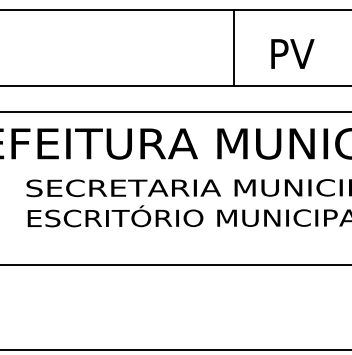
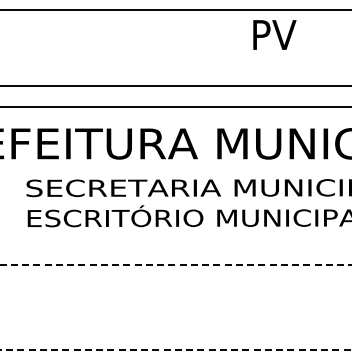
line at (233, 47): present -> none
text at (292, 53) position: (292, 53) -> (274, 34)
line at (175, 111) position: (175, 111) -> (175, 106)
line at (176, 265): solid -> dashed
line at (175, 350): solid -> dashed
